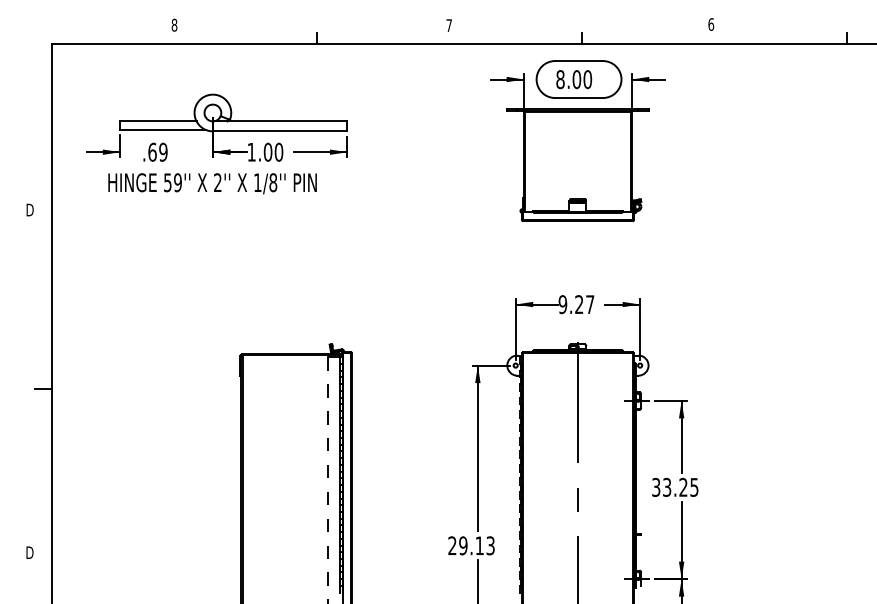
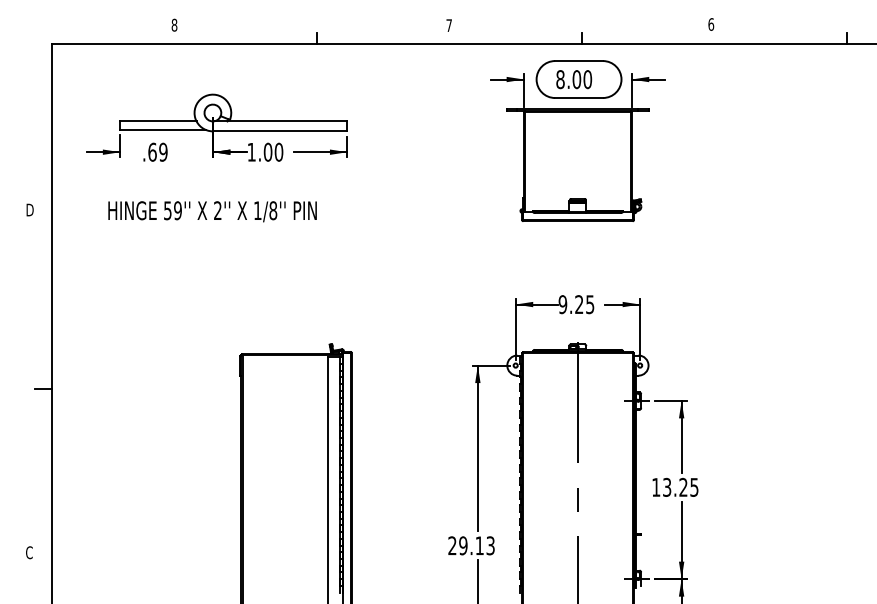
text at (212, 183) position: (212, 183) -> (212, 211)
text at (590, 304): 9.27 -> 9.25
line at (327, 480): dashed -> solid
text at (656, 486): 33.25 -> 13.25
text at (29, 552): D -> C
